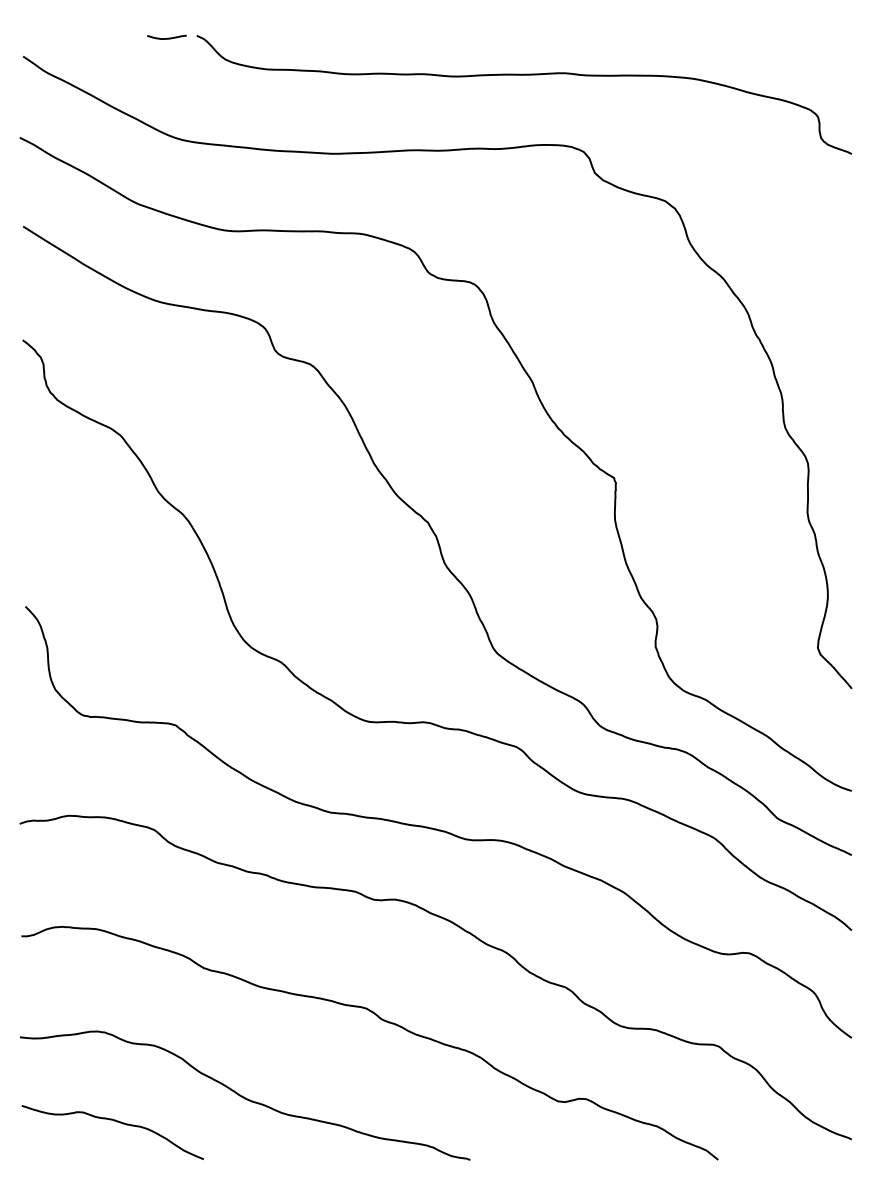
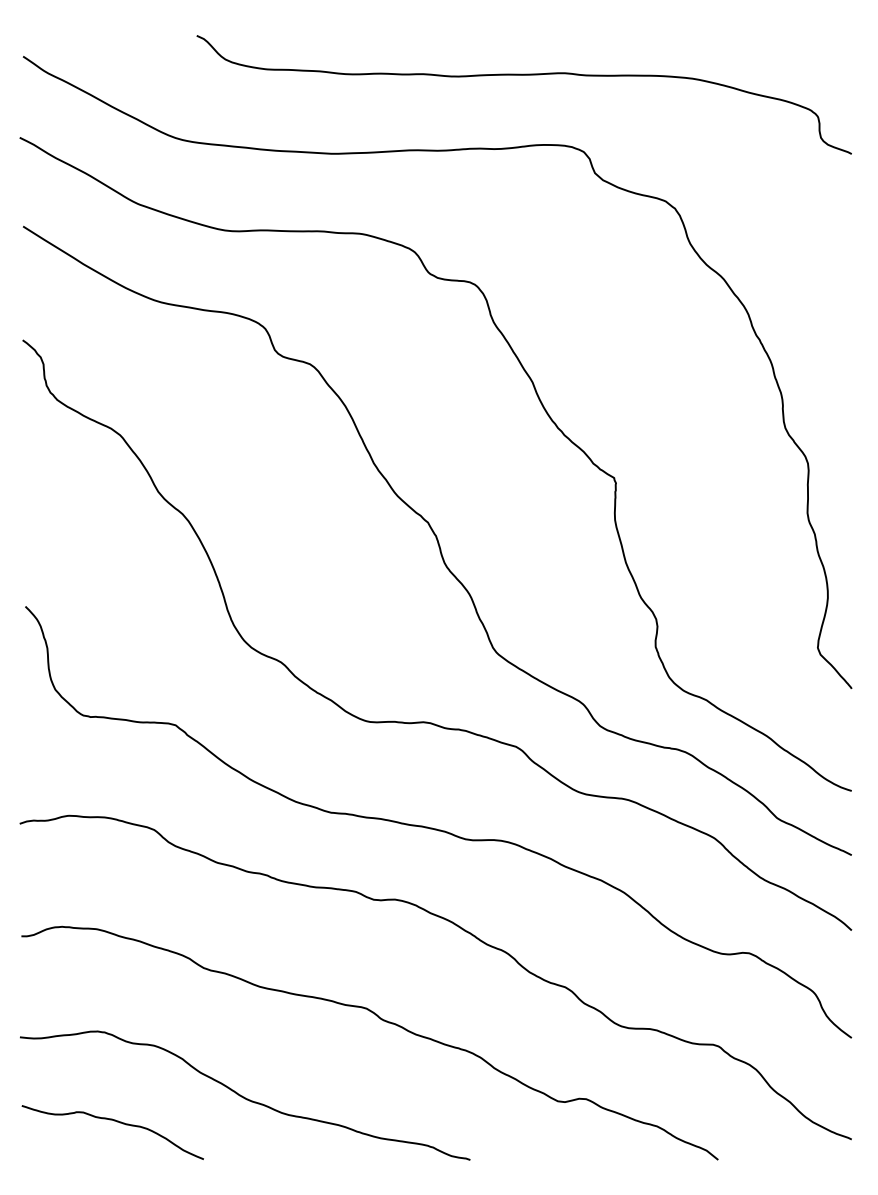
curve at (167, 37): present -> none
